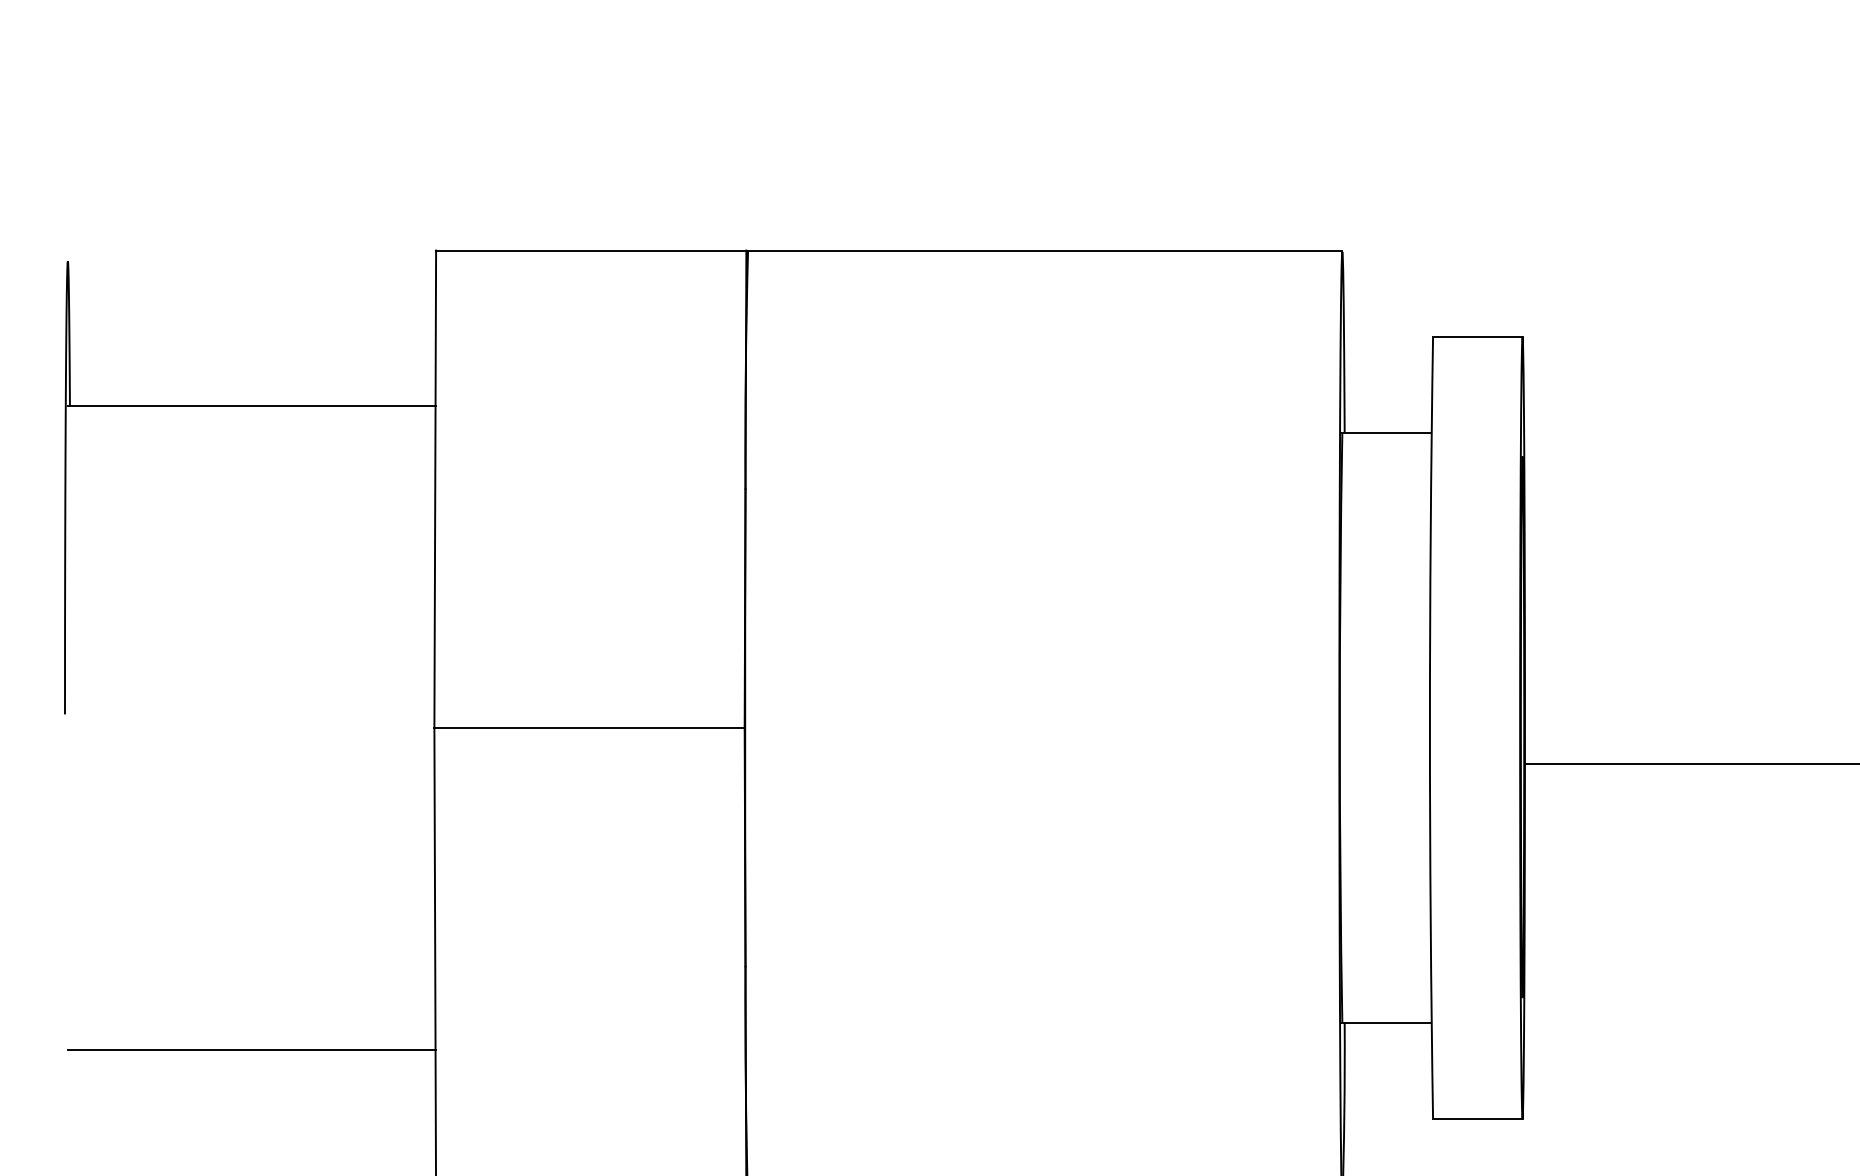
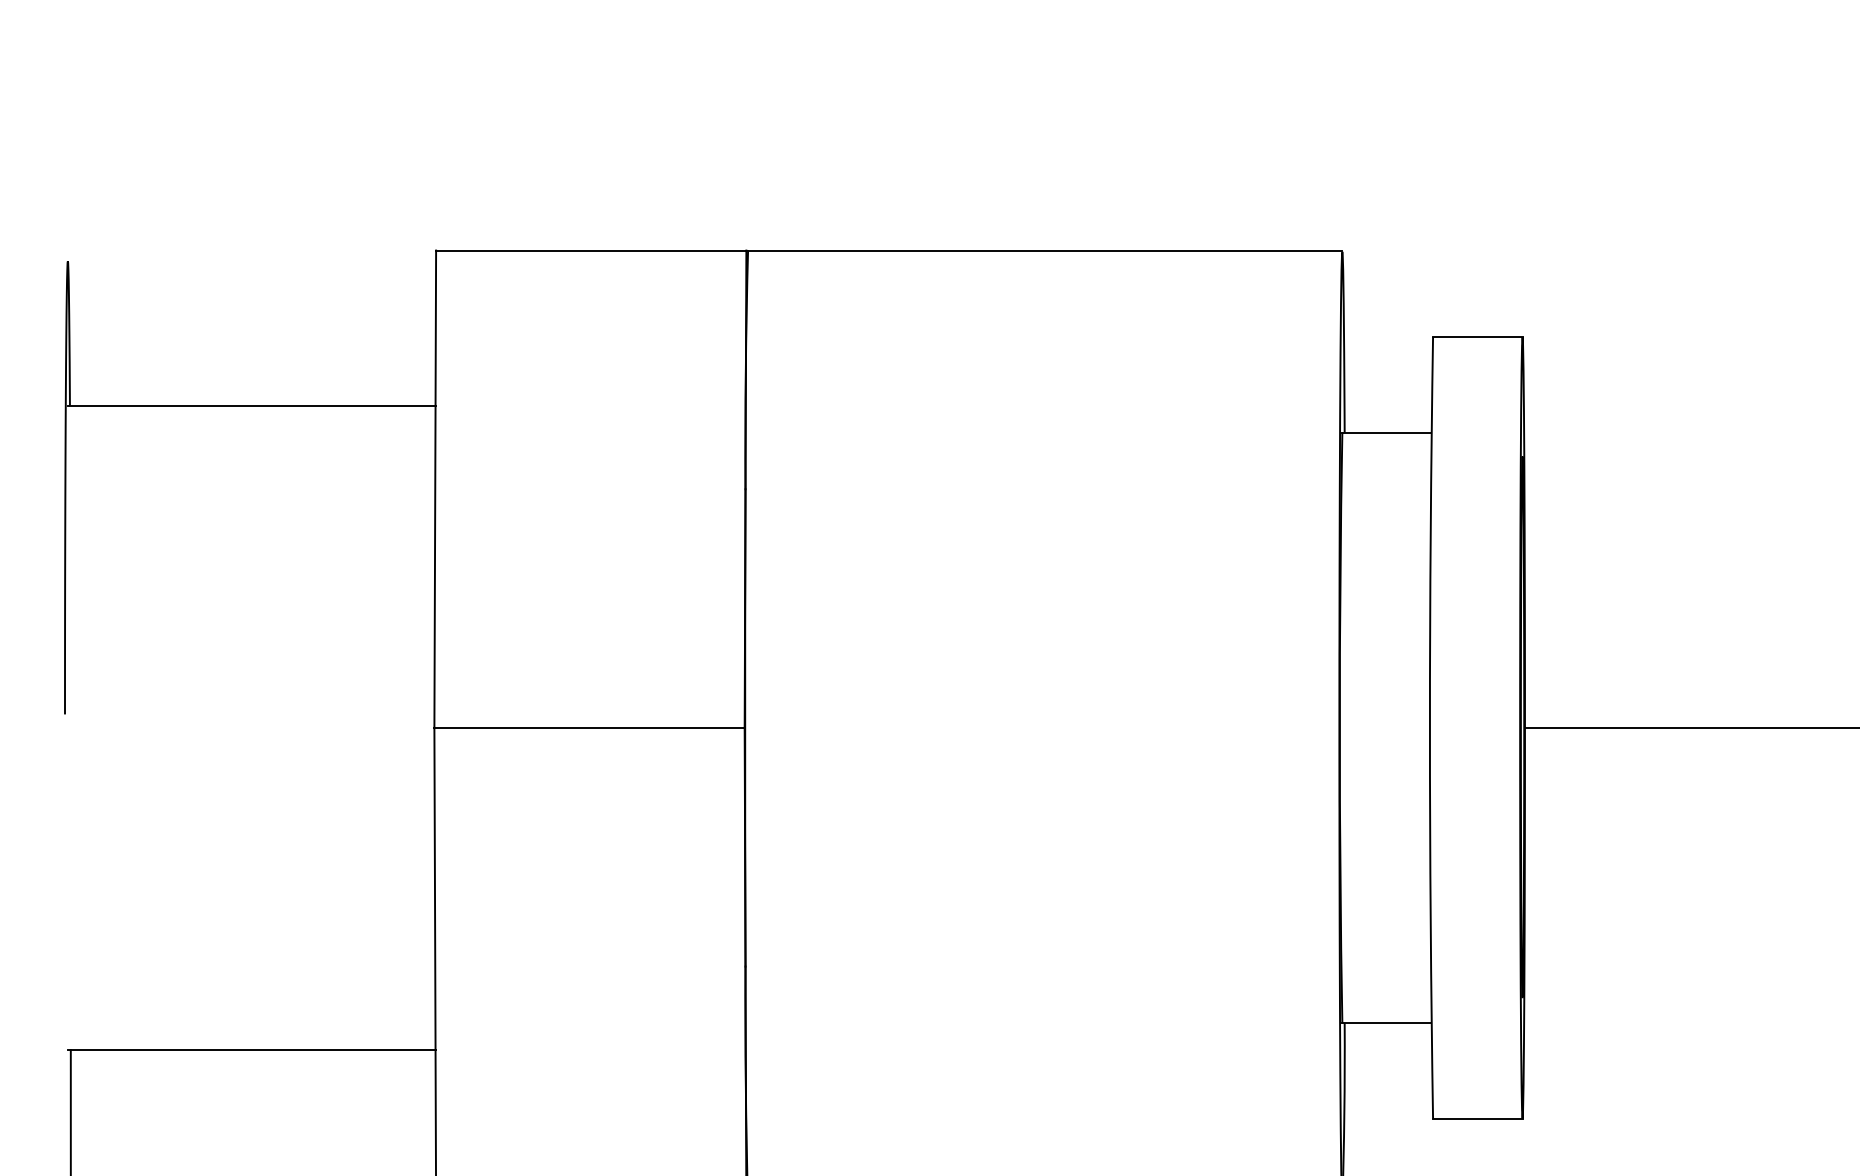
line at (1690, 763) position: (1690, 763) -> (1690, 727)
line at (70, 1111): none -> present
